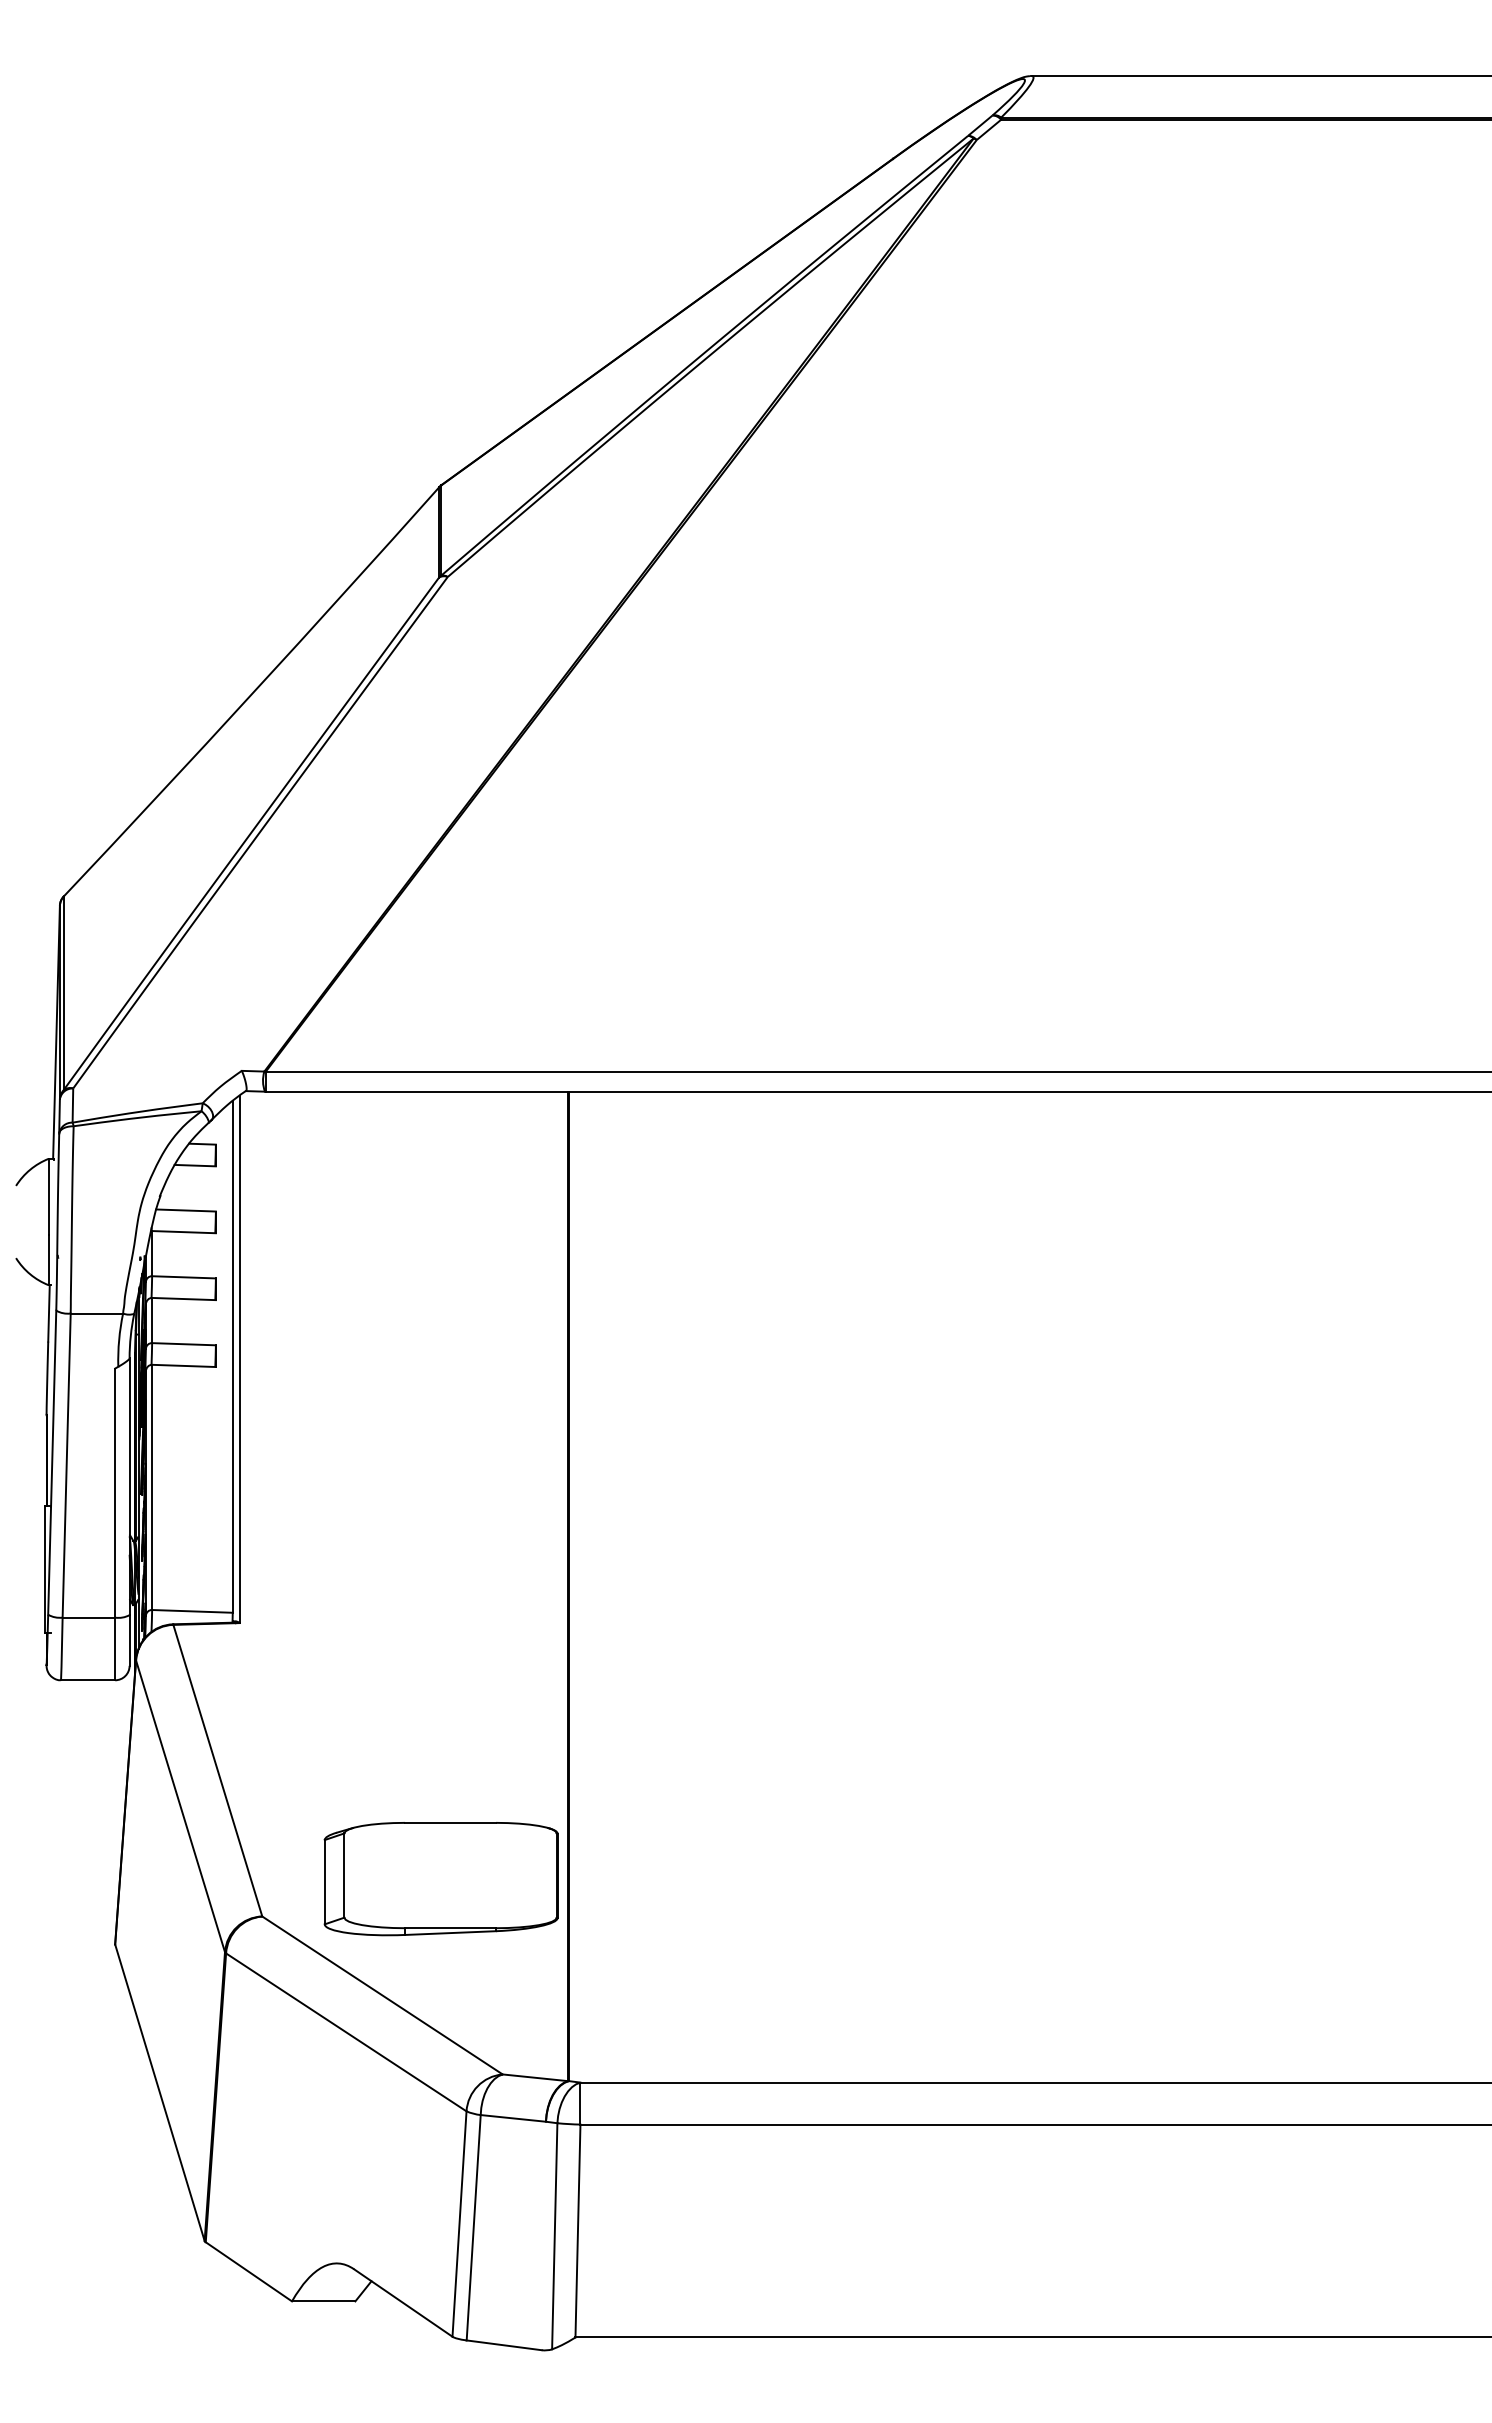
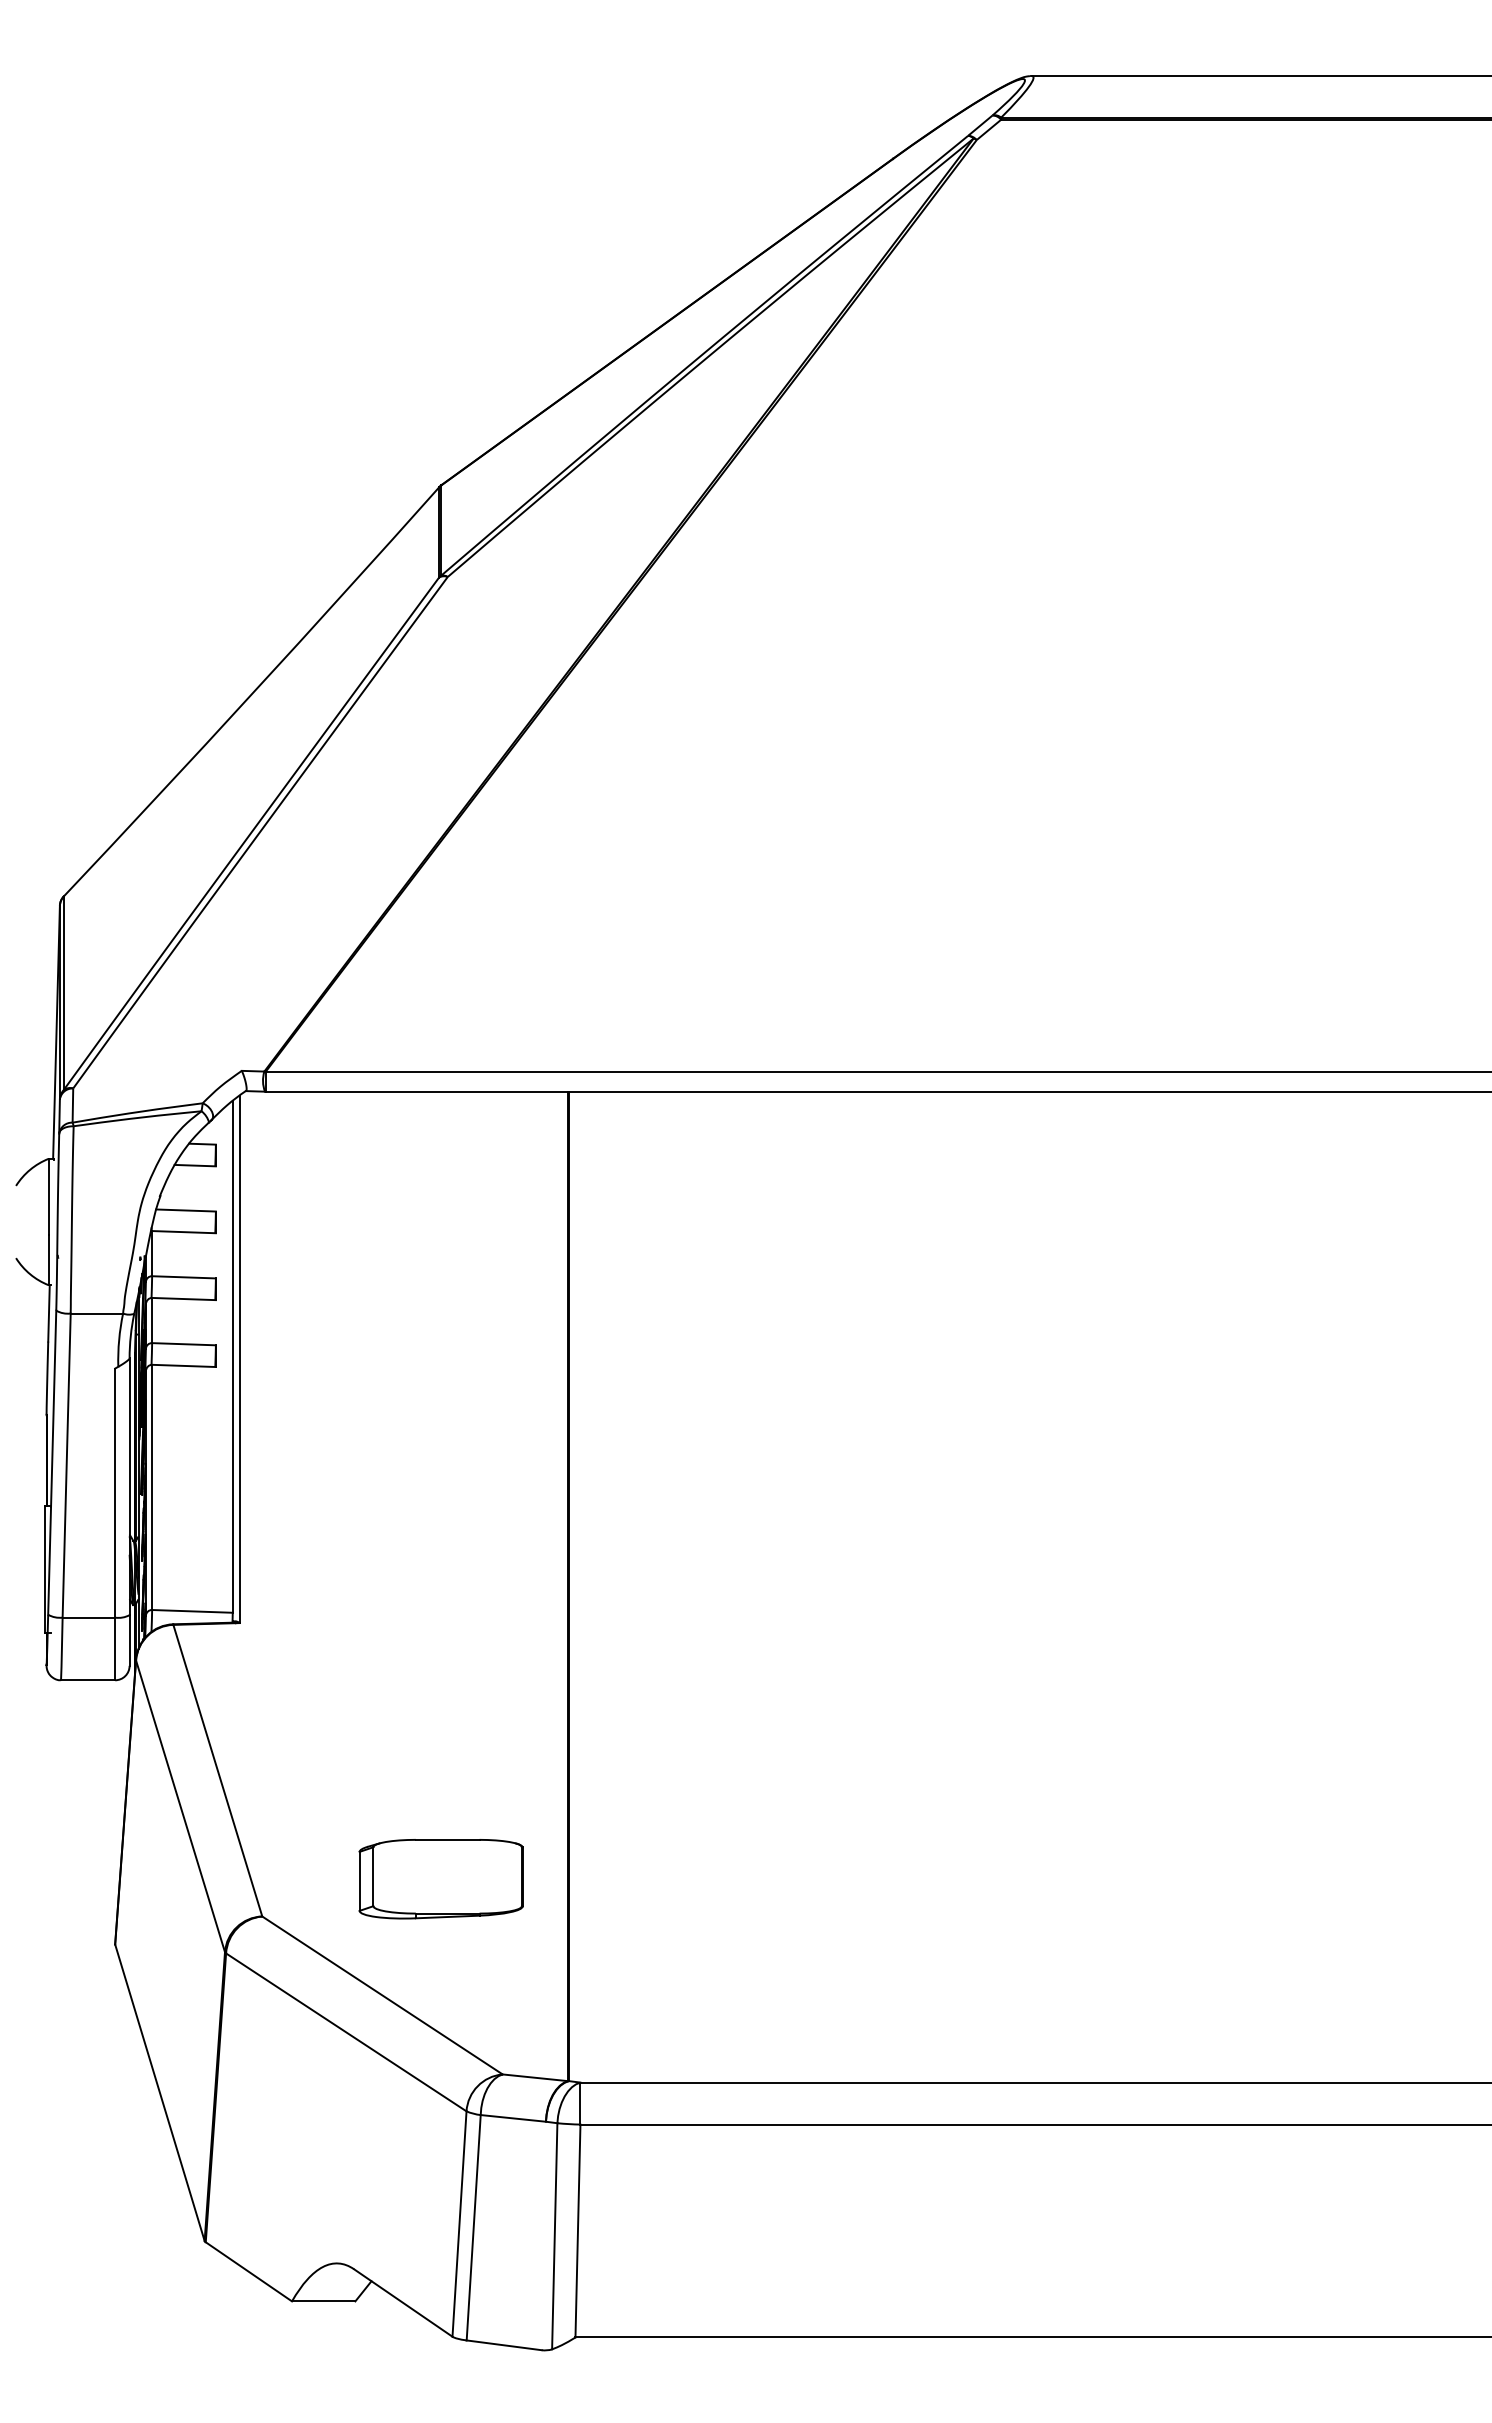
part at (440, 1879) size: 236x115 px -> 166x81 px
